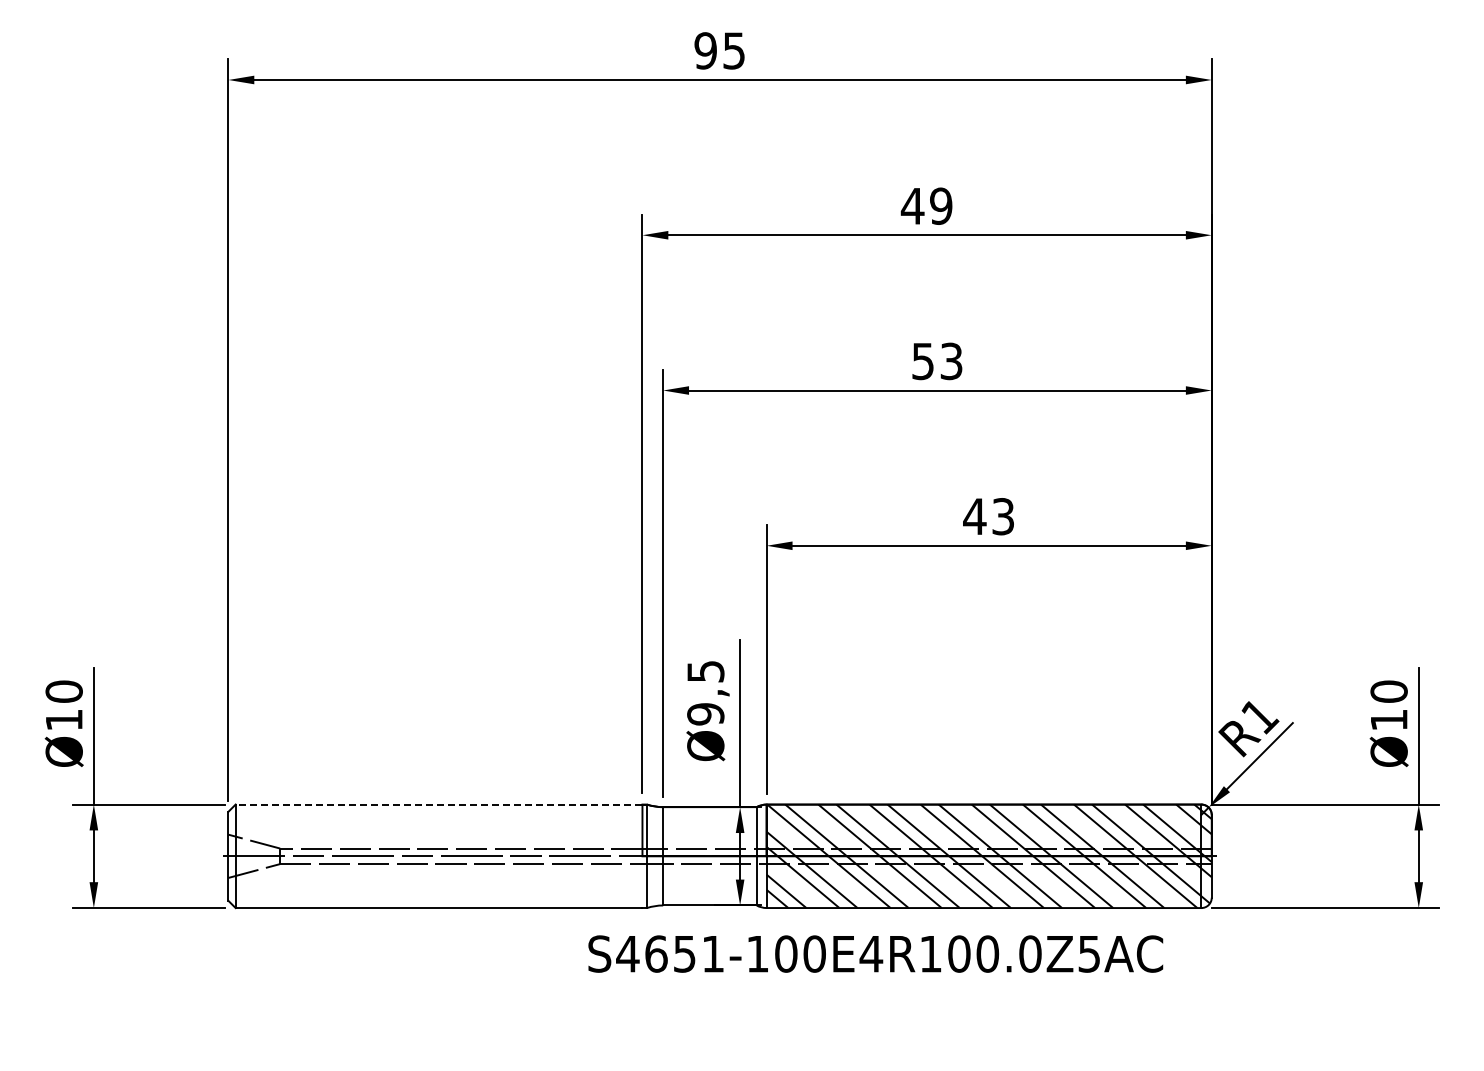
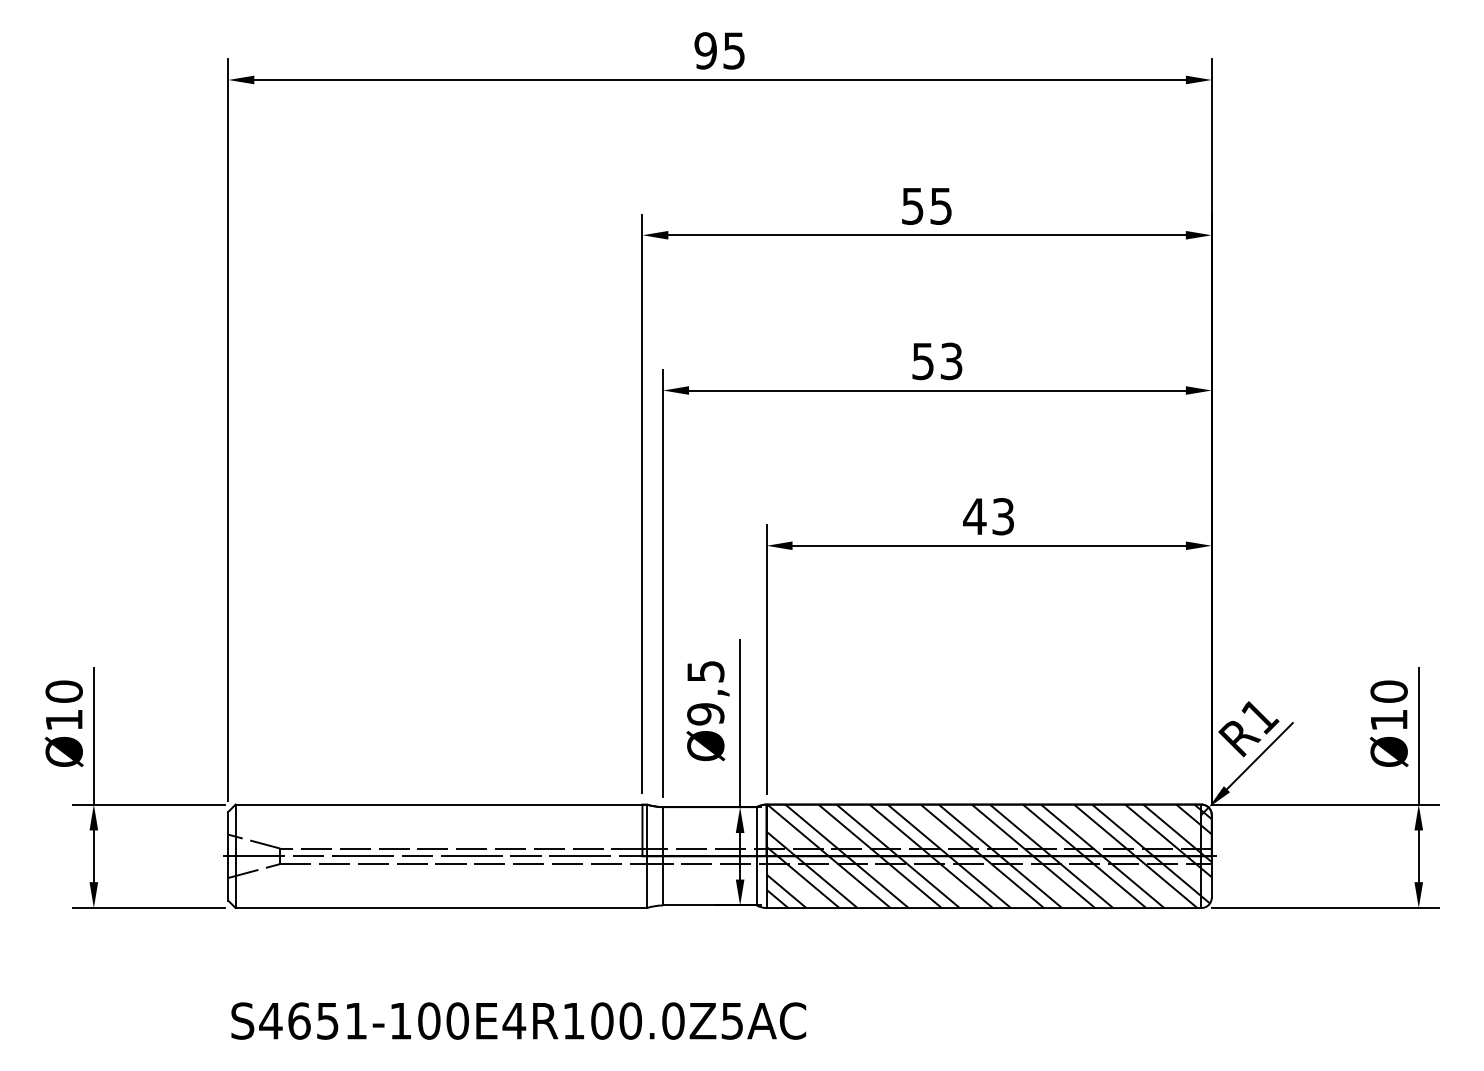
text at (926, 205): 49 -> 55
line at (438, 804): dashed -> solid
text at (875, 953) position: (875, 953) -> (518, 1020)
